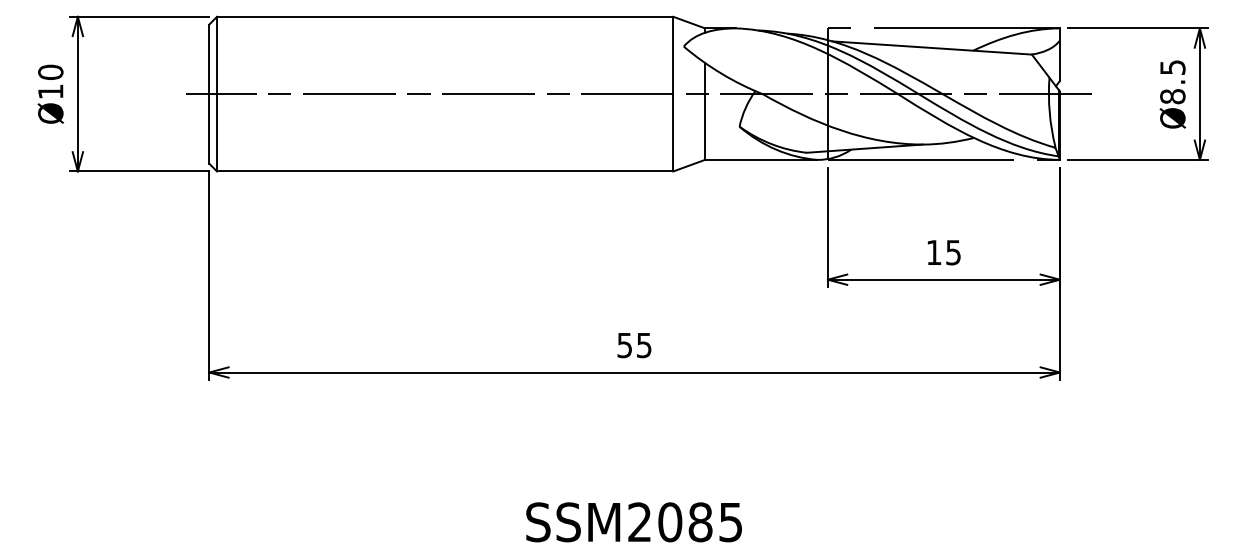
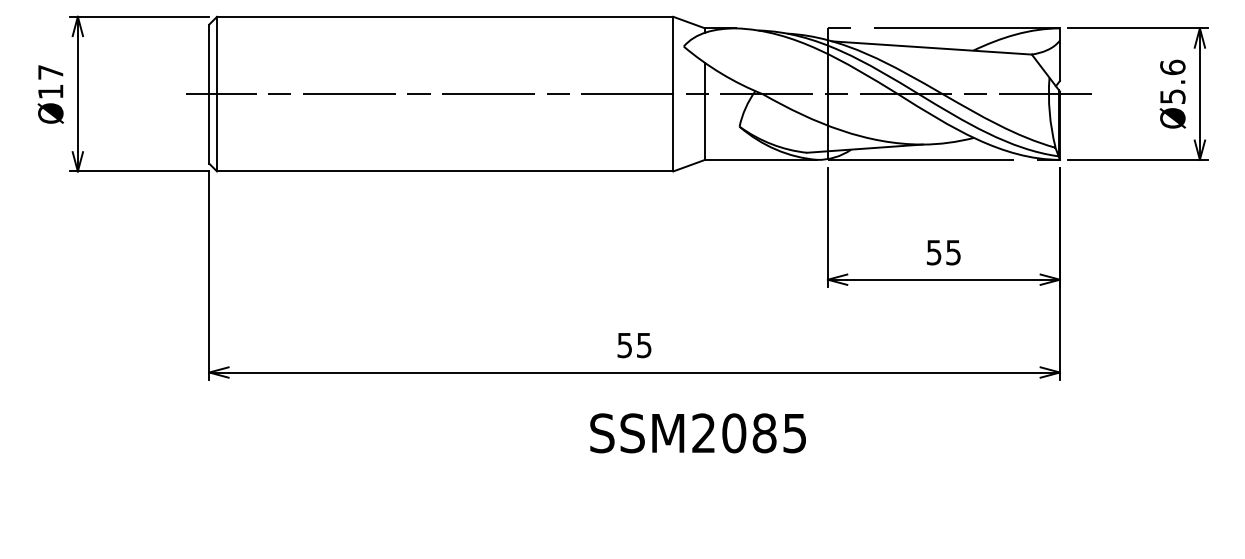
text at (50, 71): Ø10 -> Ø17
text at (1172, 81): Ø8.5 -> Ø5.6
text at (933, 252): 15 -> 55
text at (633, 522) position: (633, 522) -> (697, 433)
